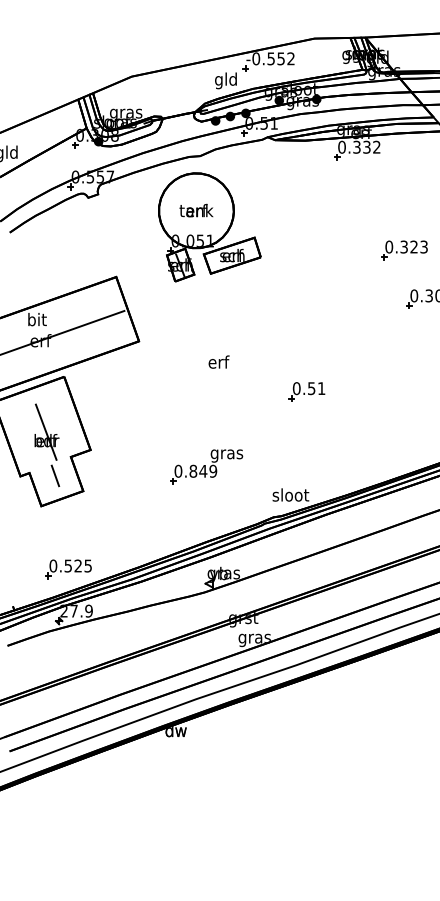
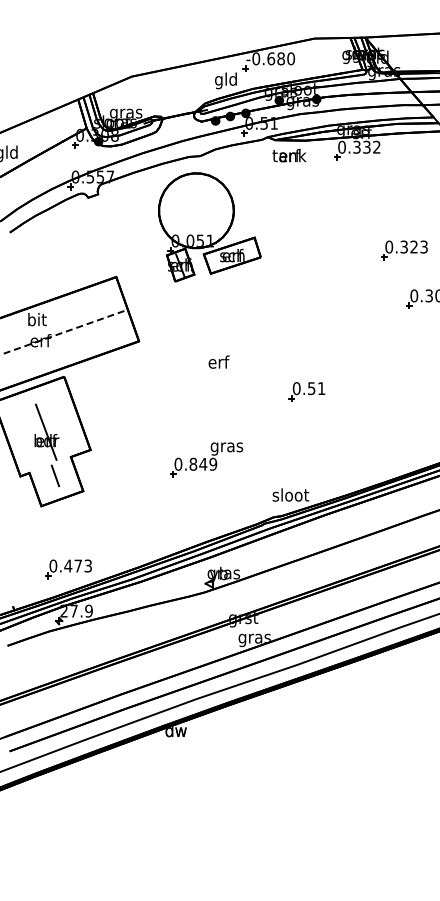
text at (280, 58): -0.552 -> -0.680
text at (196, 210) position: (196, 210) -> (289, 155)
line at (62, 332): solid -> dashed
part at (206, 466) position: (206, 466) -> (206, 459)
text at (77, 565): 0.525 -> 0.473
